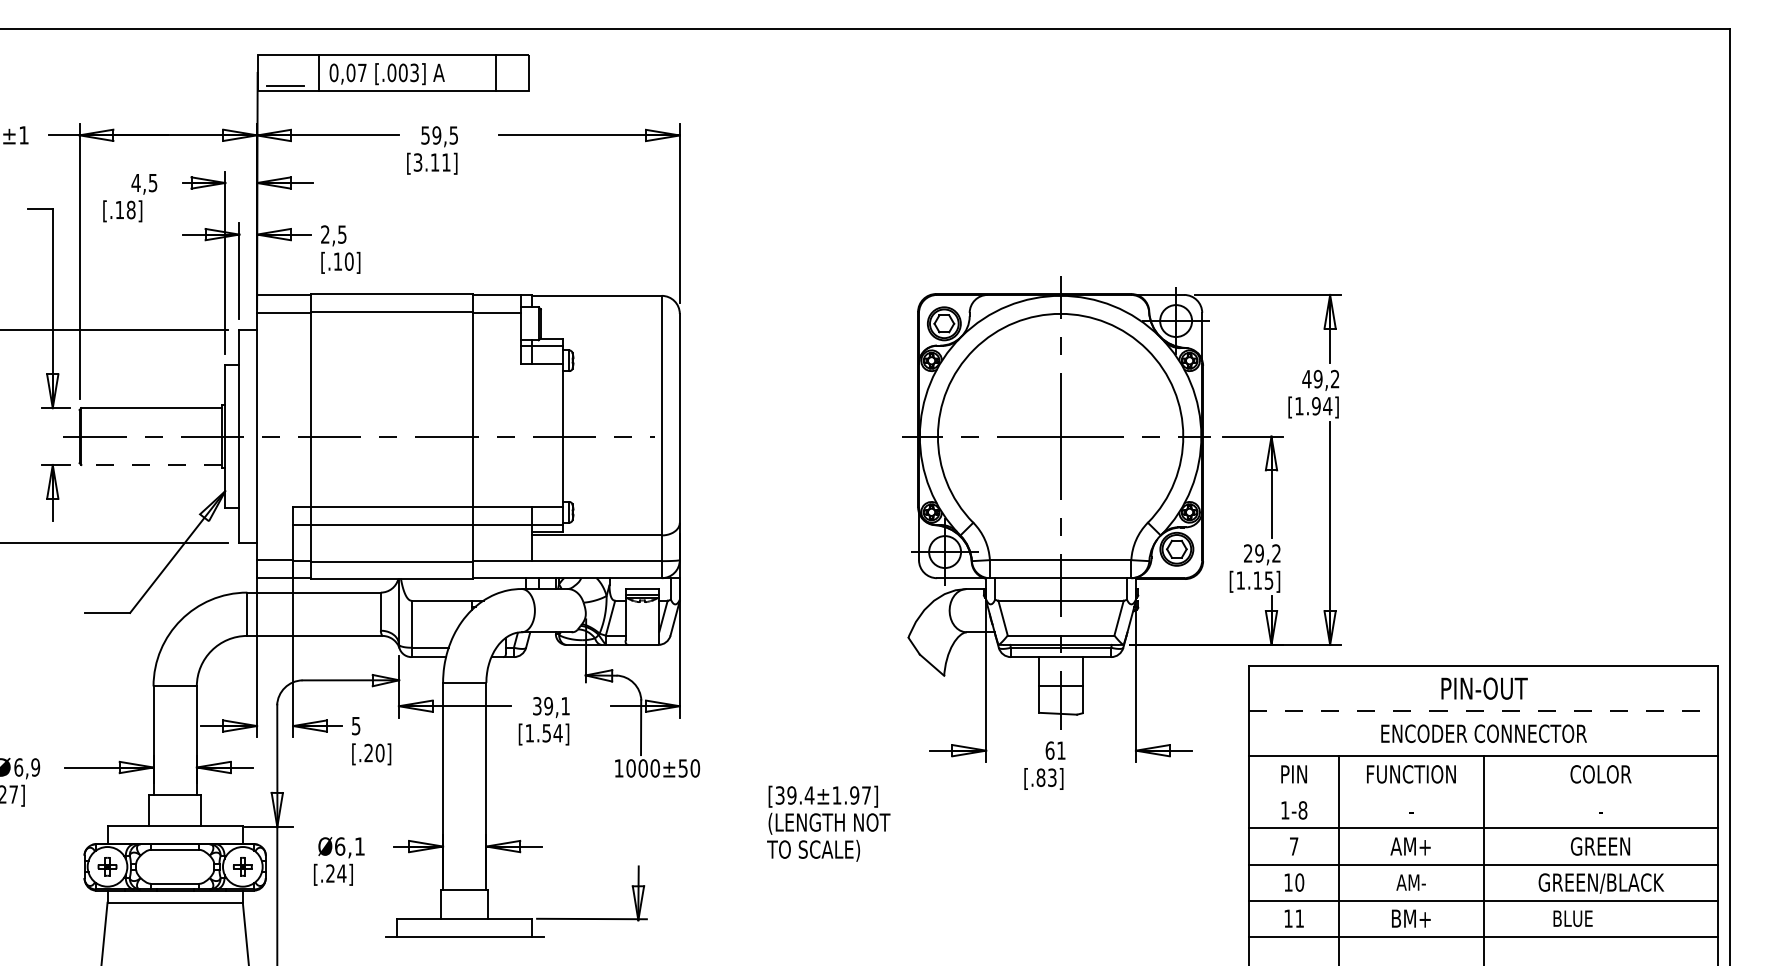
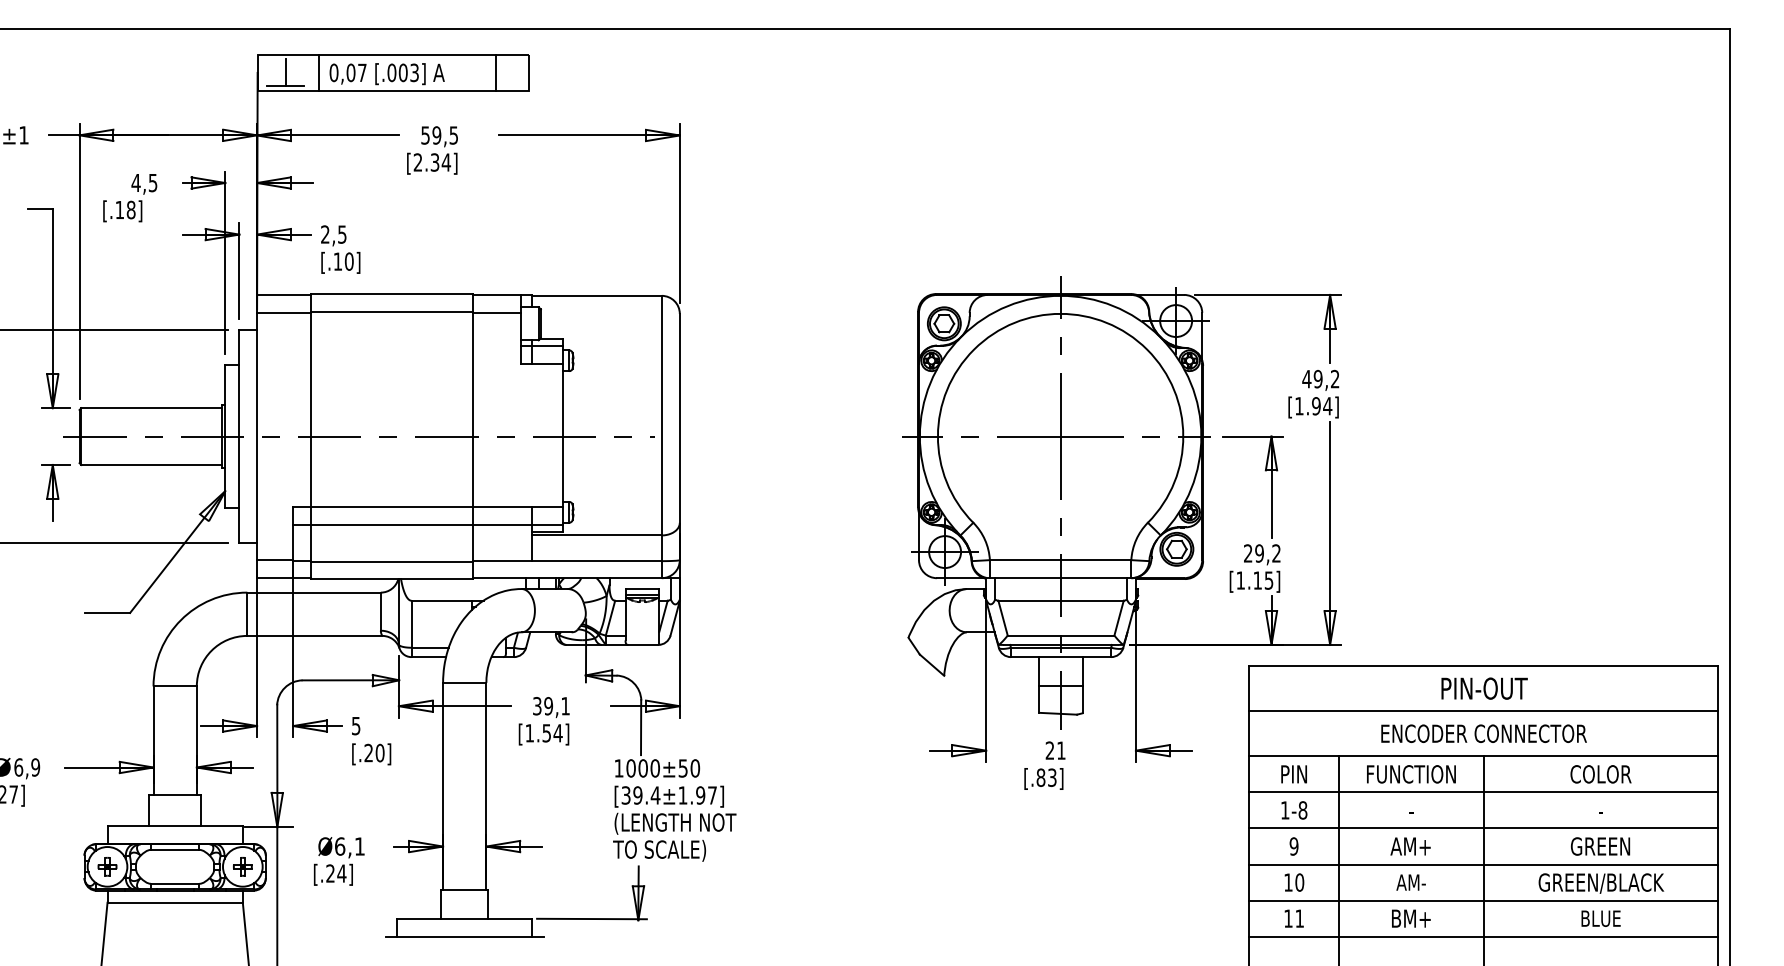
line at (285, 72): none -> present
text at (432, 162): [3.11] -> [2.34]
line at (151, 464): dashed -> solid
line at (1483, 711): dashed -> solid
text at (1049, 750): 61 -> 21
line at (1483, 792): none -> present
text at (828, 823) position: (828, 823) -> (674, 823)
text at (1293, 846): 7 -> 9
text at (1572, 918) position: (1572, 918) -> (1600, 918)
